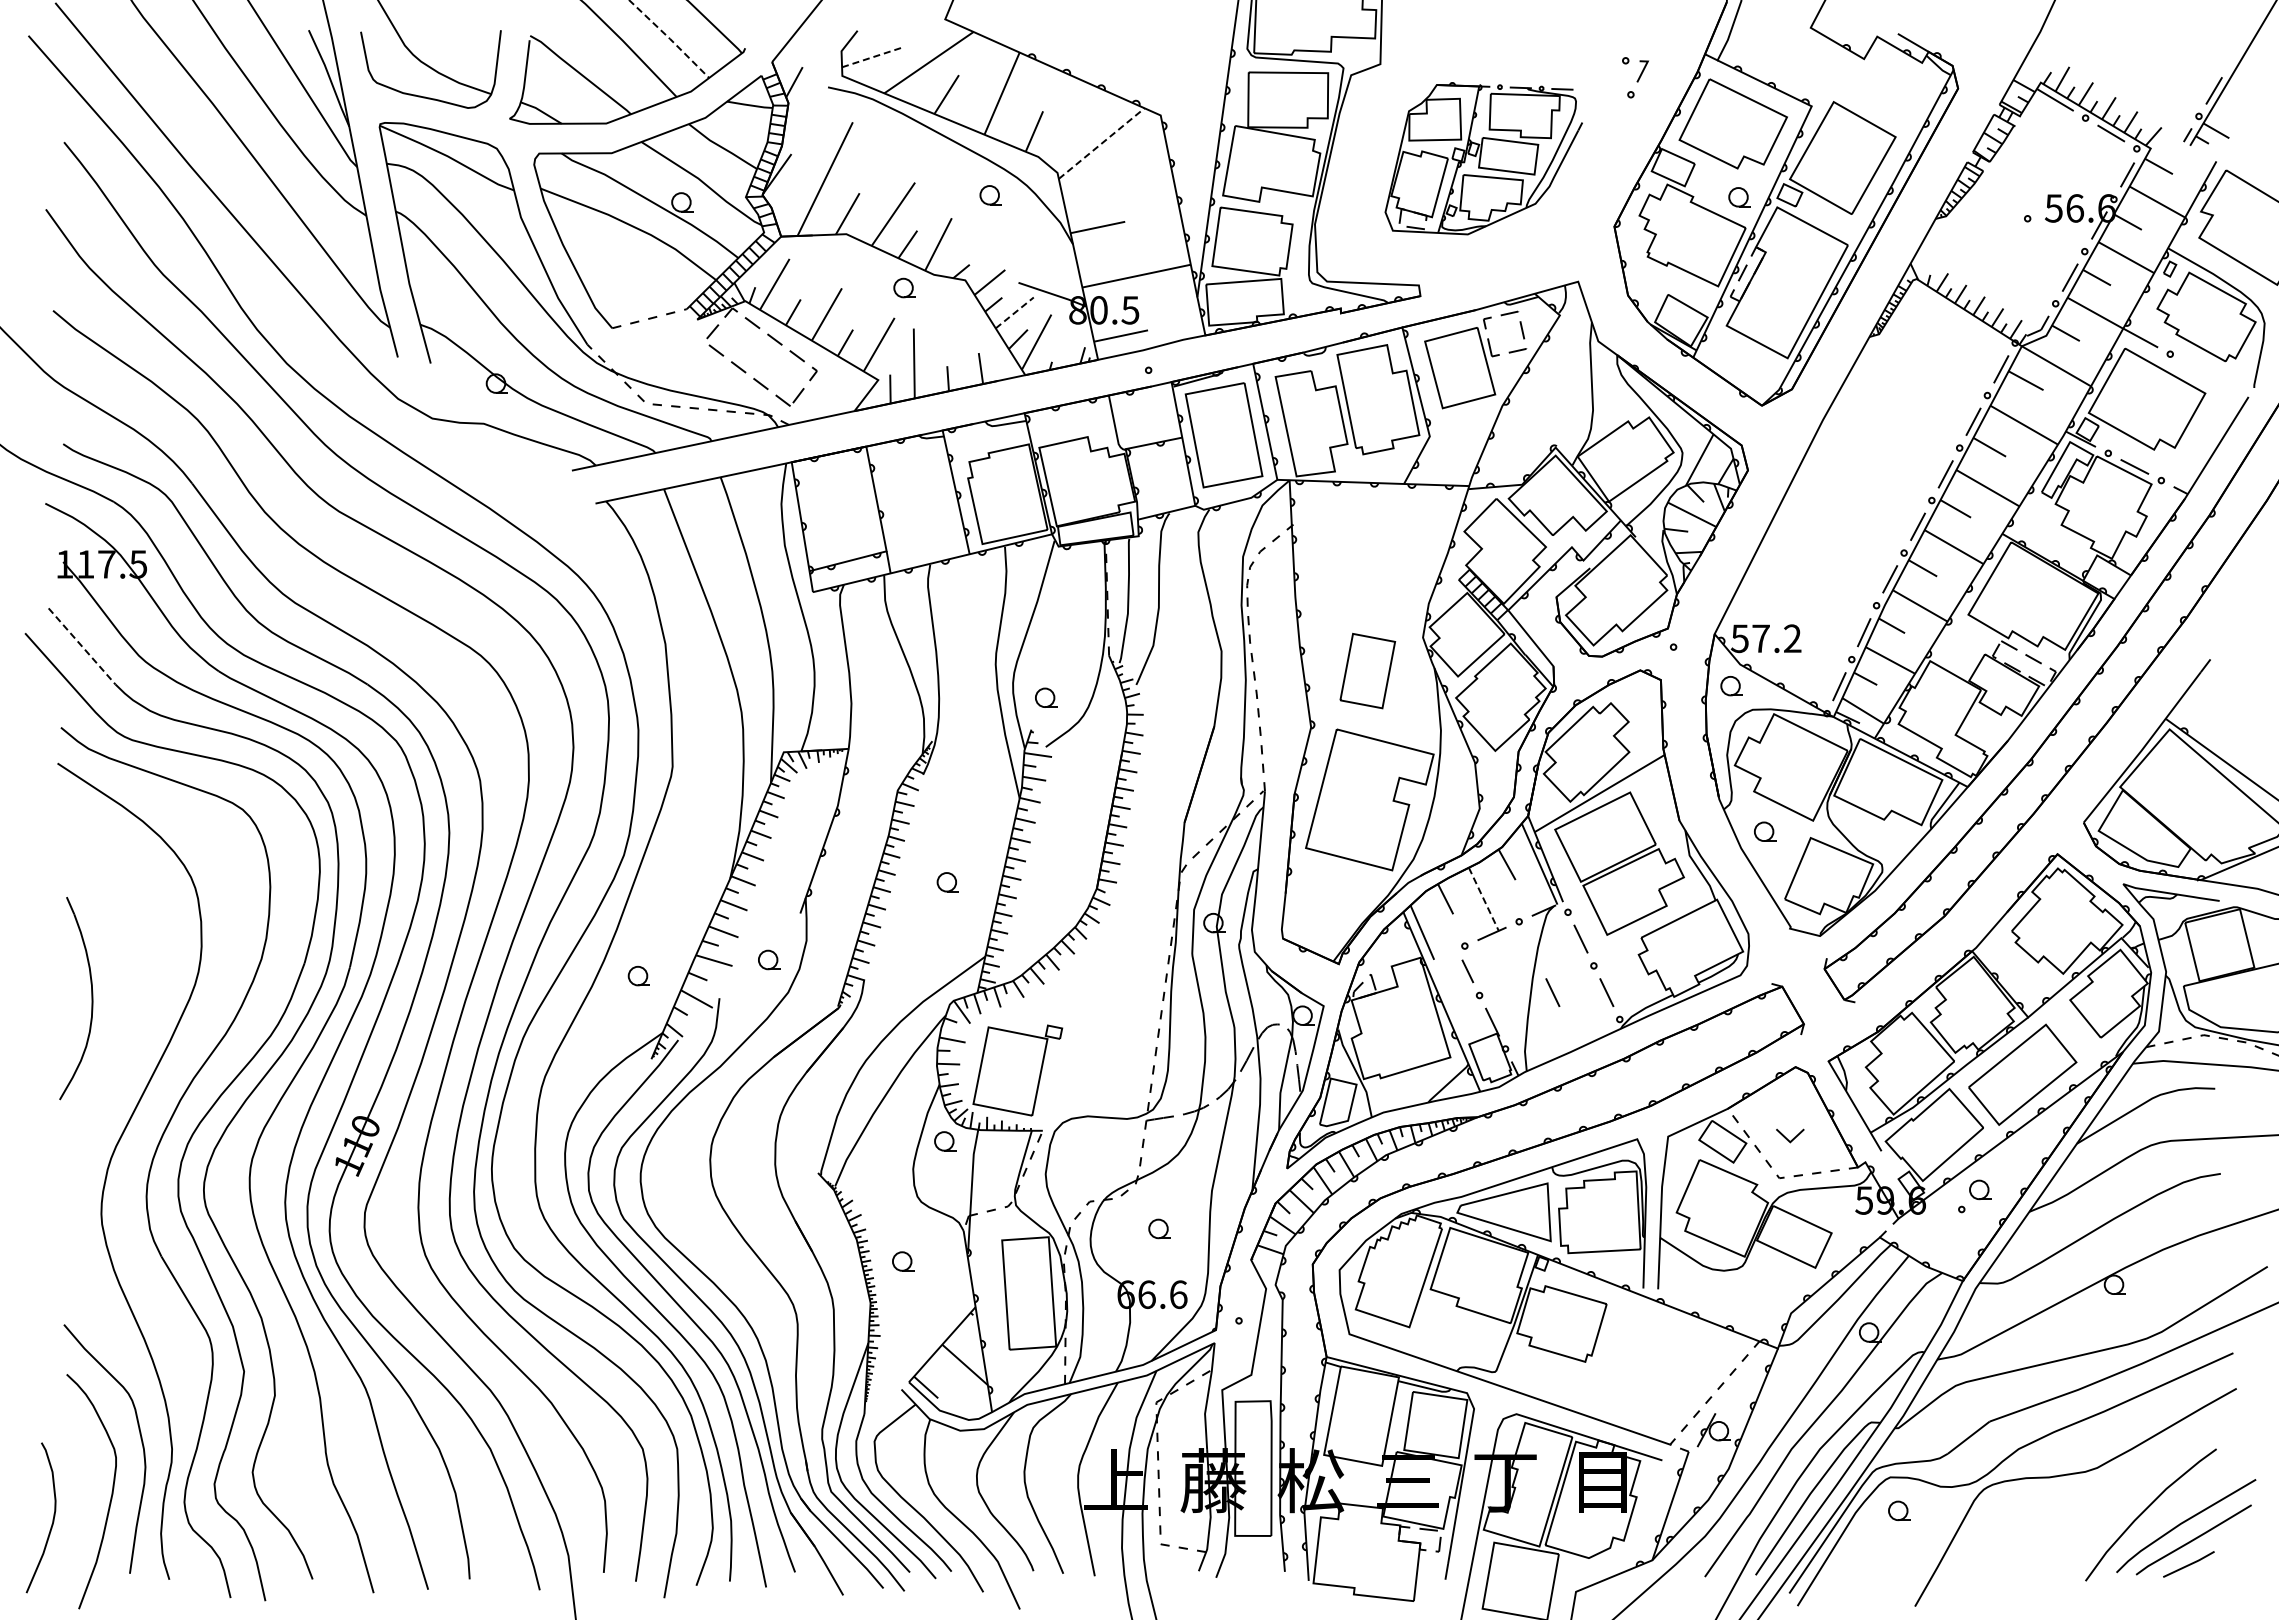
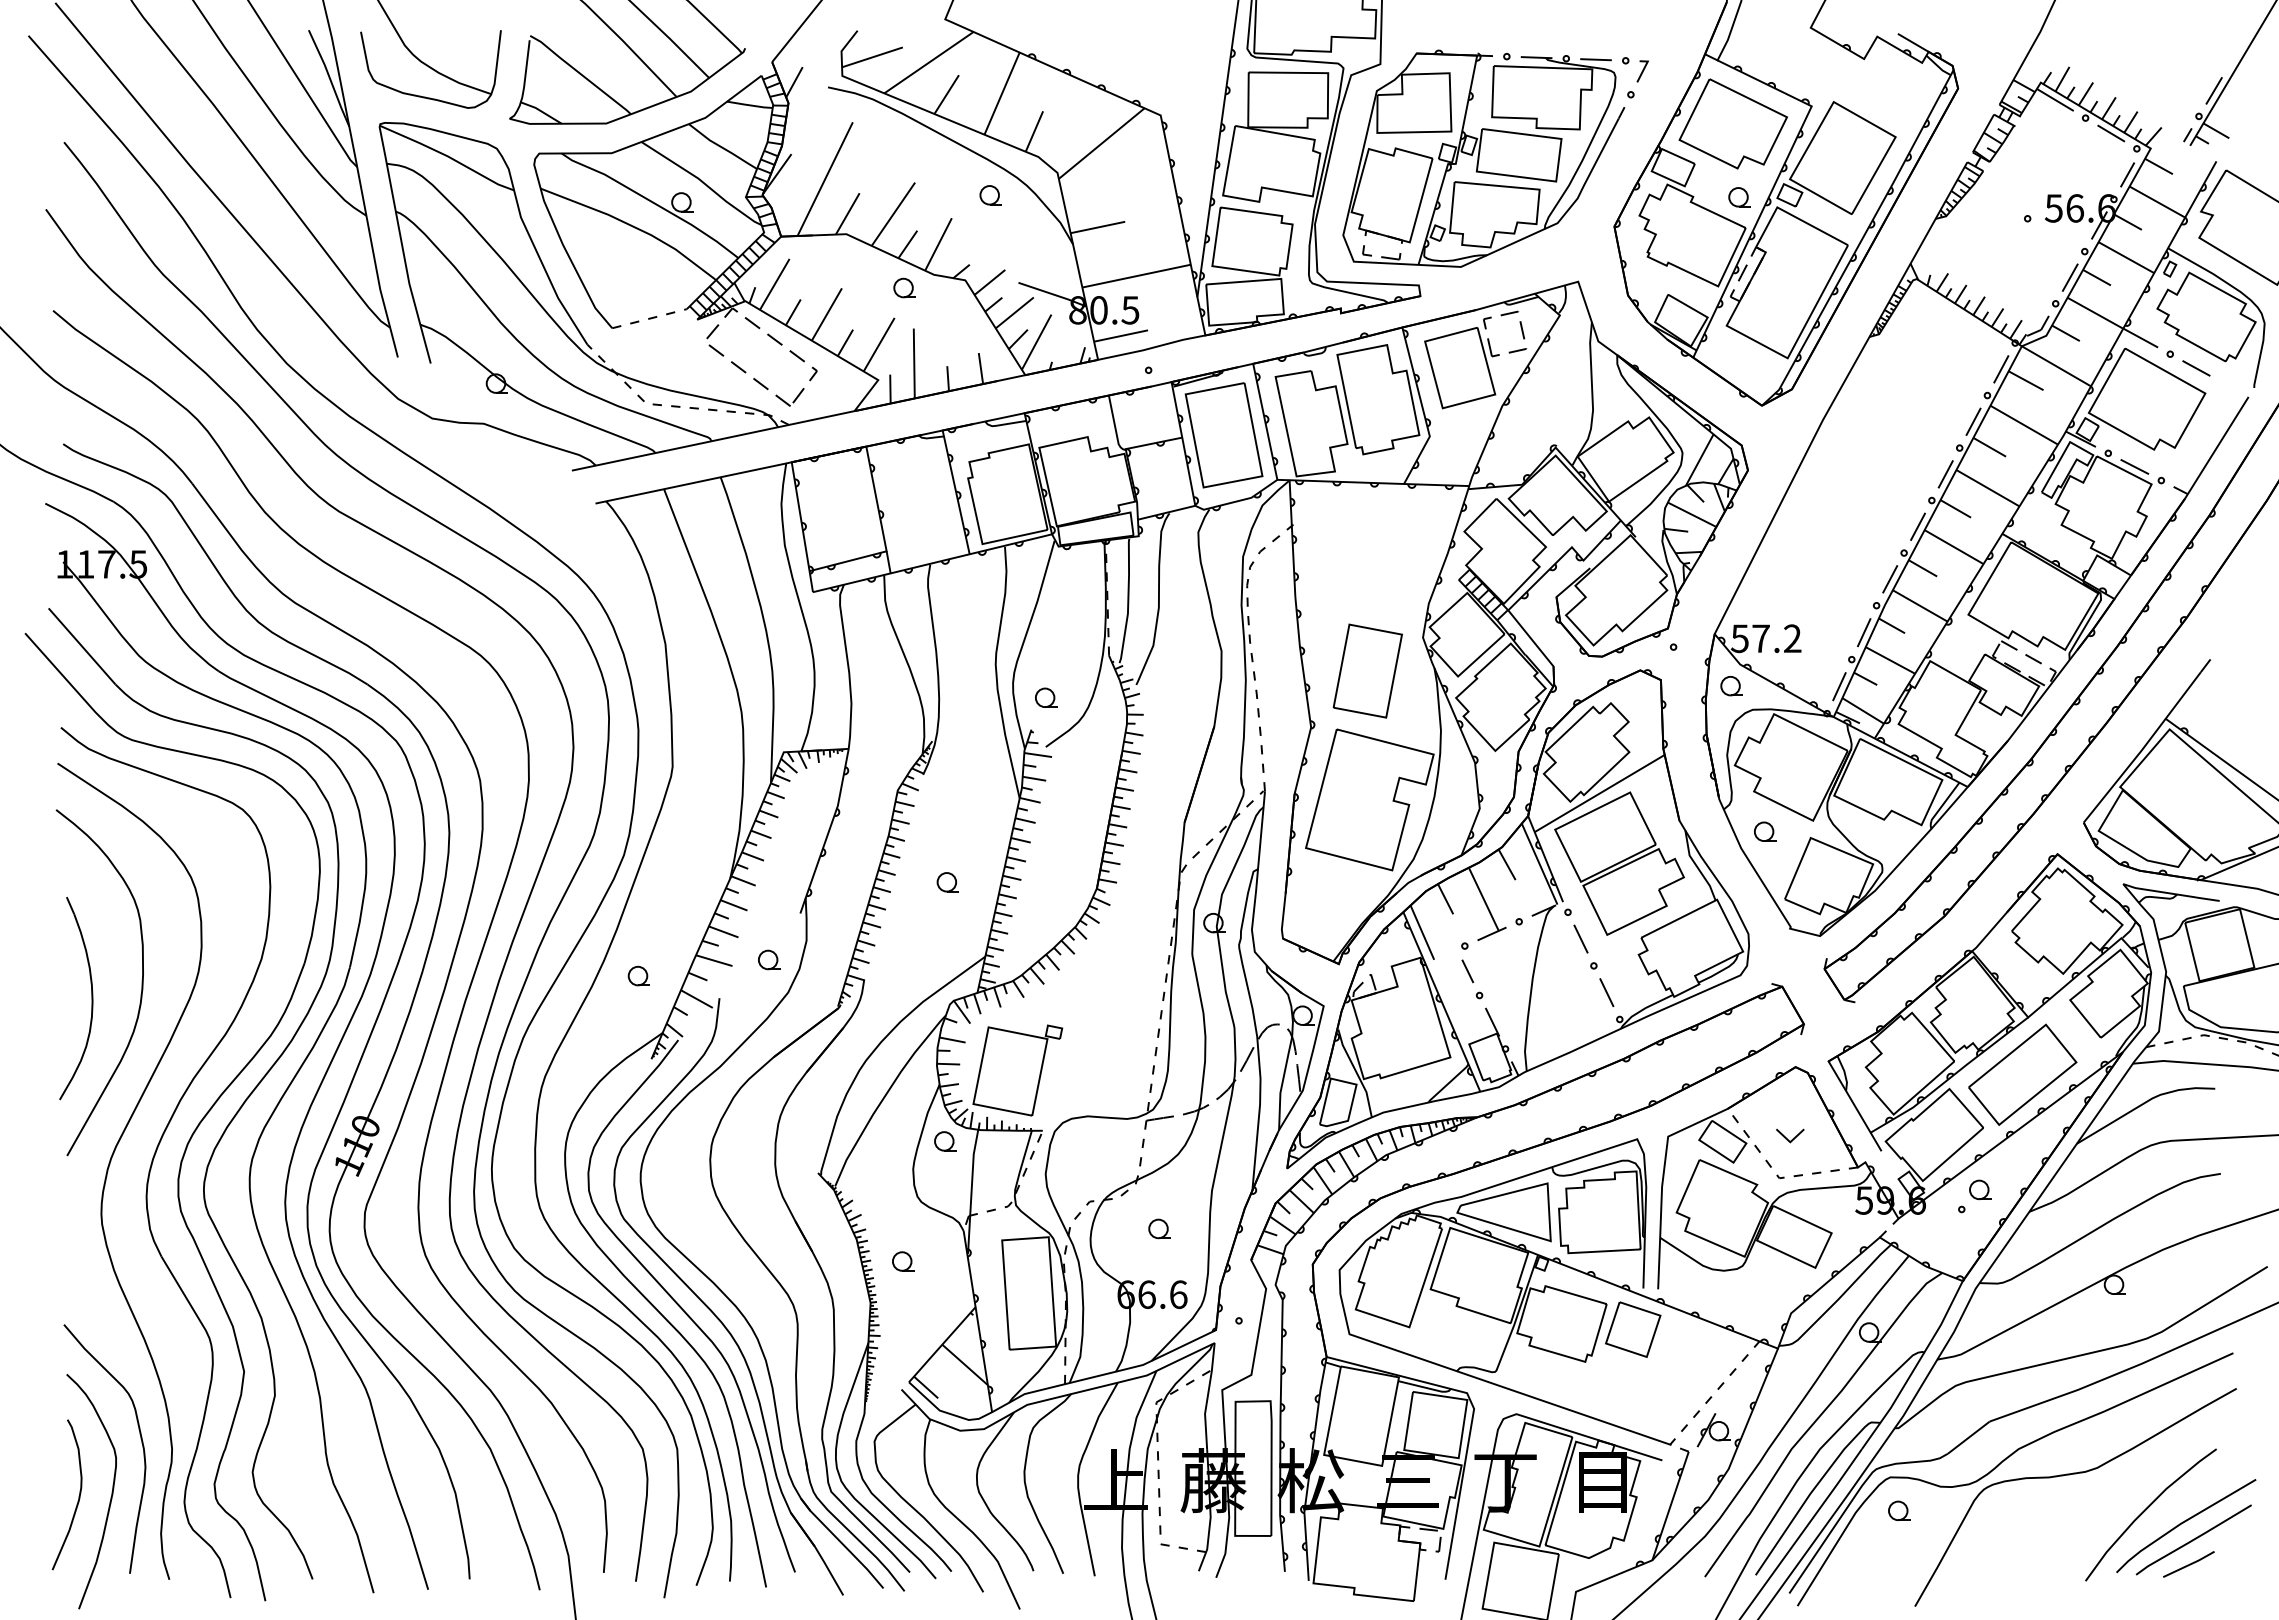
line at (670, 38): dashed -> solid
line at (872, 57): dashed -> solid
line at (1101, 143): dashed -> solid
part at (1483, 158) size: 199x154 px -> 284x219 px
line at (1014, 312): dashed -> solid
line at (2196, 368): none -> present
line at (82, 646): dashed -> solid
part at (1367, 670) size: 58x78 px -> 71x96 px
line at (1483, 899): dashed -> solid
curve at (141, 982): none -> present
line at (1552, 992): present -> none
part at (1633, 1329): none -> present
curve at (52, 1519) position: (52, 1519) -> (78, 1496)
